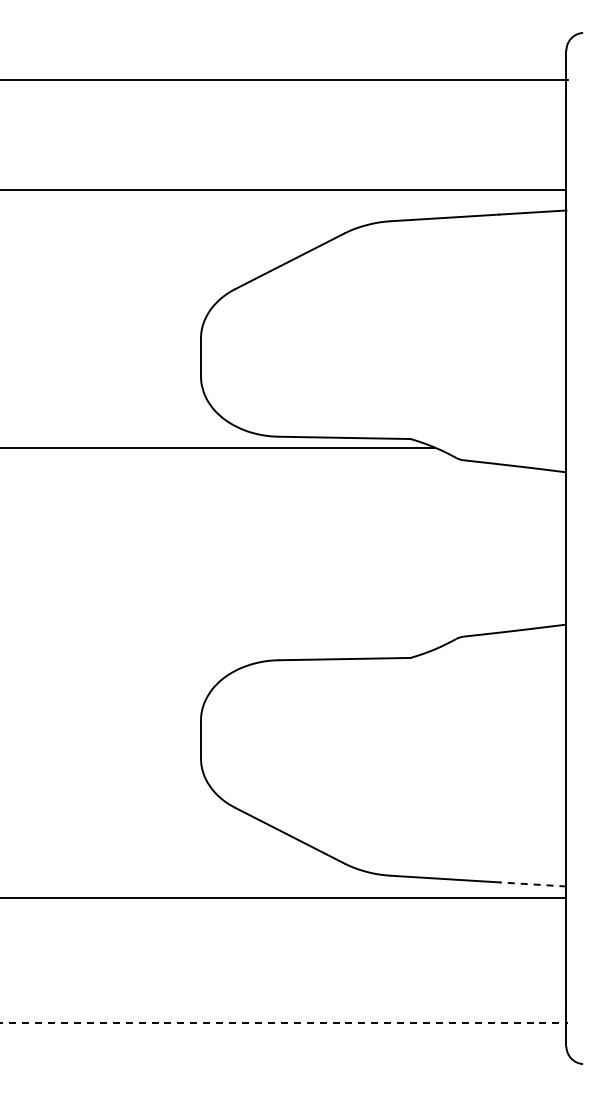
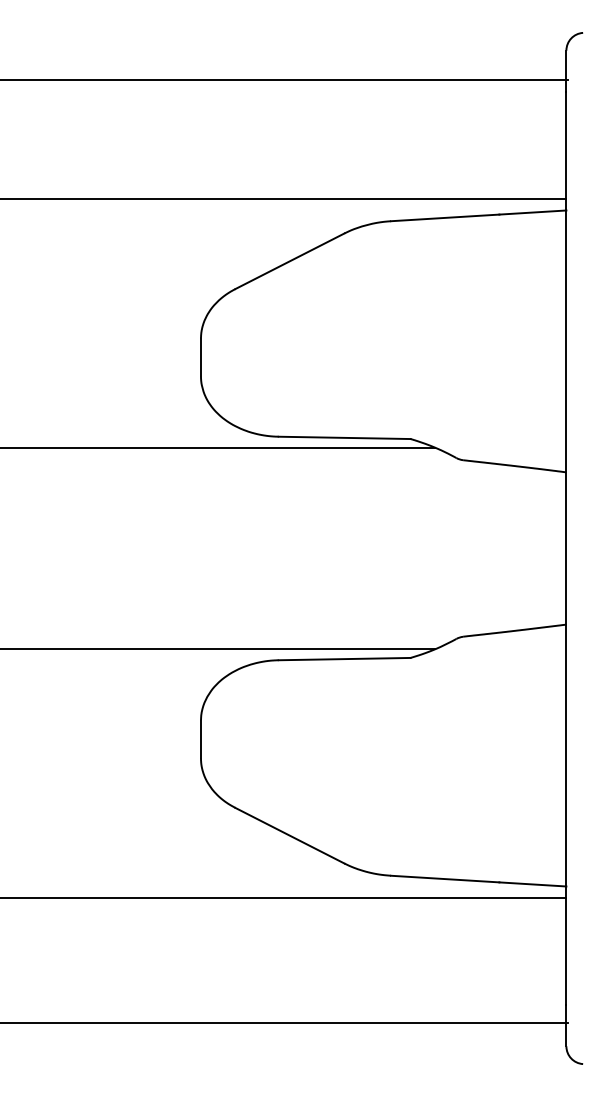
line at (284, 189) position: (284, 189) -> (284, 198)
line at (218, 649): none -> present
line at (532, 884): dashed -> solid
line at (284, 1022): dashed -> solid
